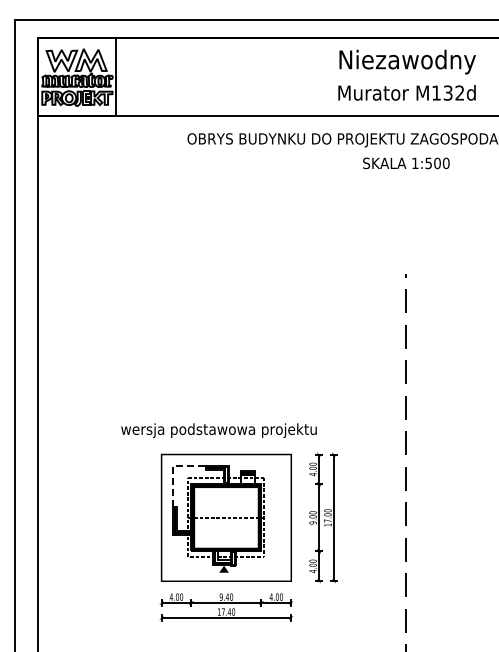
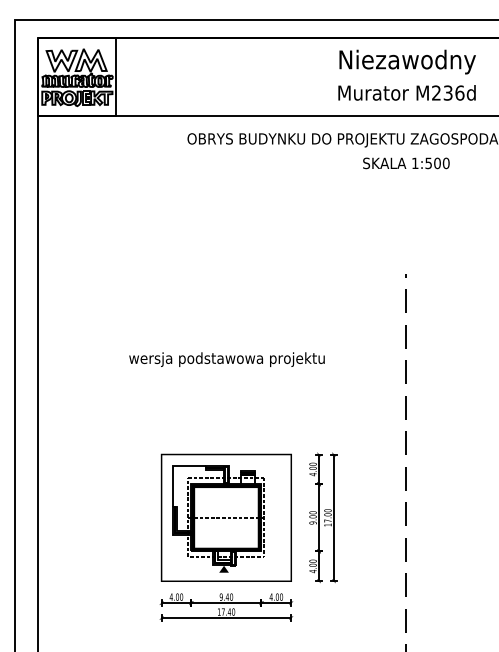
text at (448, 92): M132d -> M236d
text at (218, 430) position: (218, 430) -> (226, 359)
line at (172, 469): dashed -> solid
